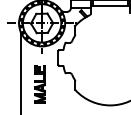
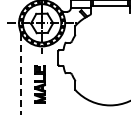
line at (20, 74): solid -> dashed
